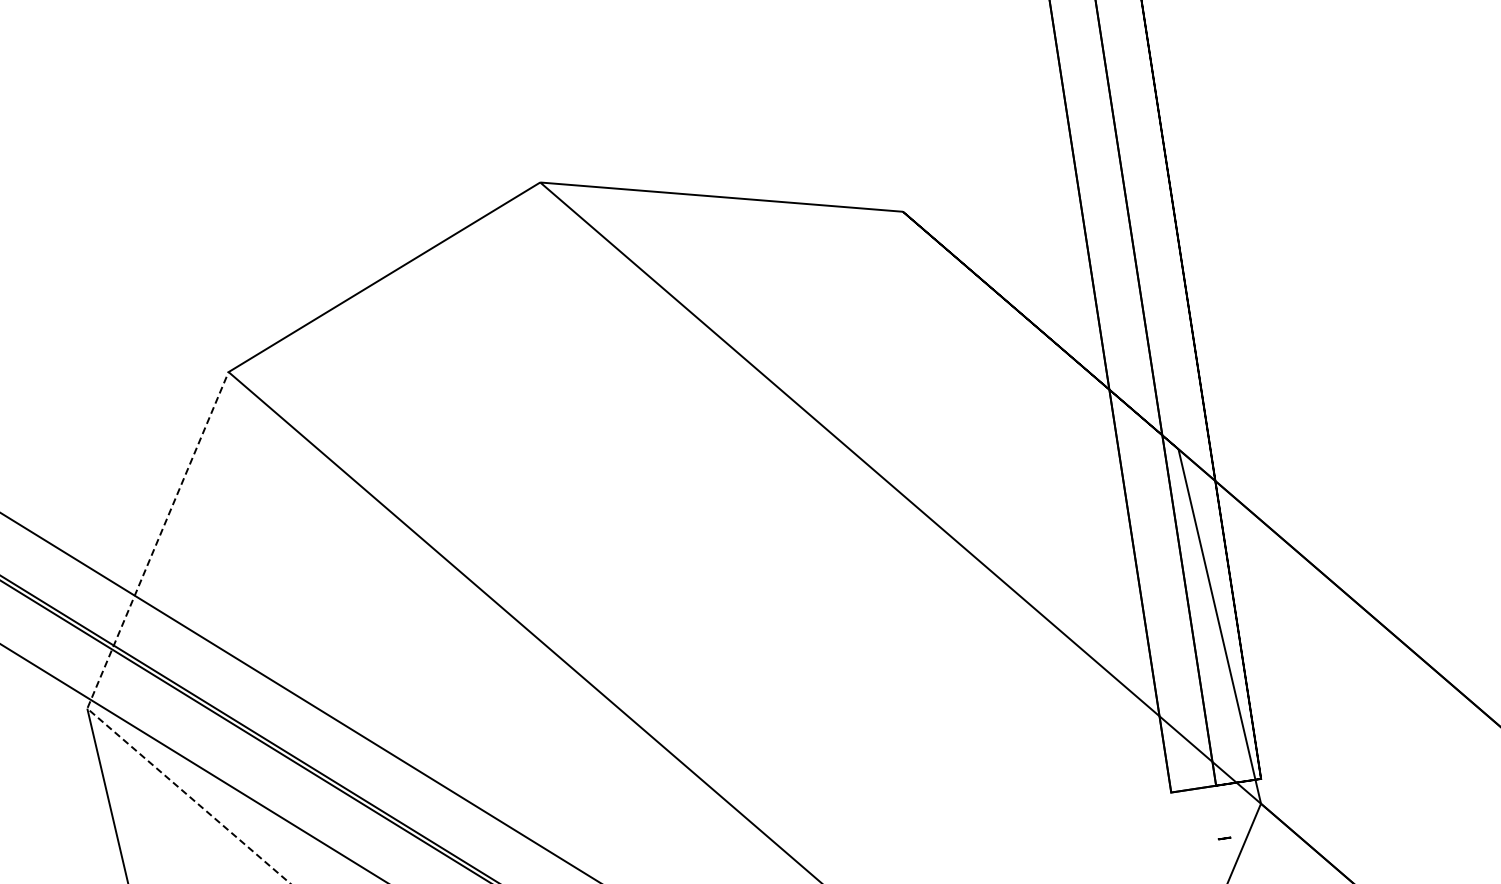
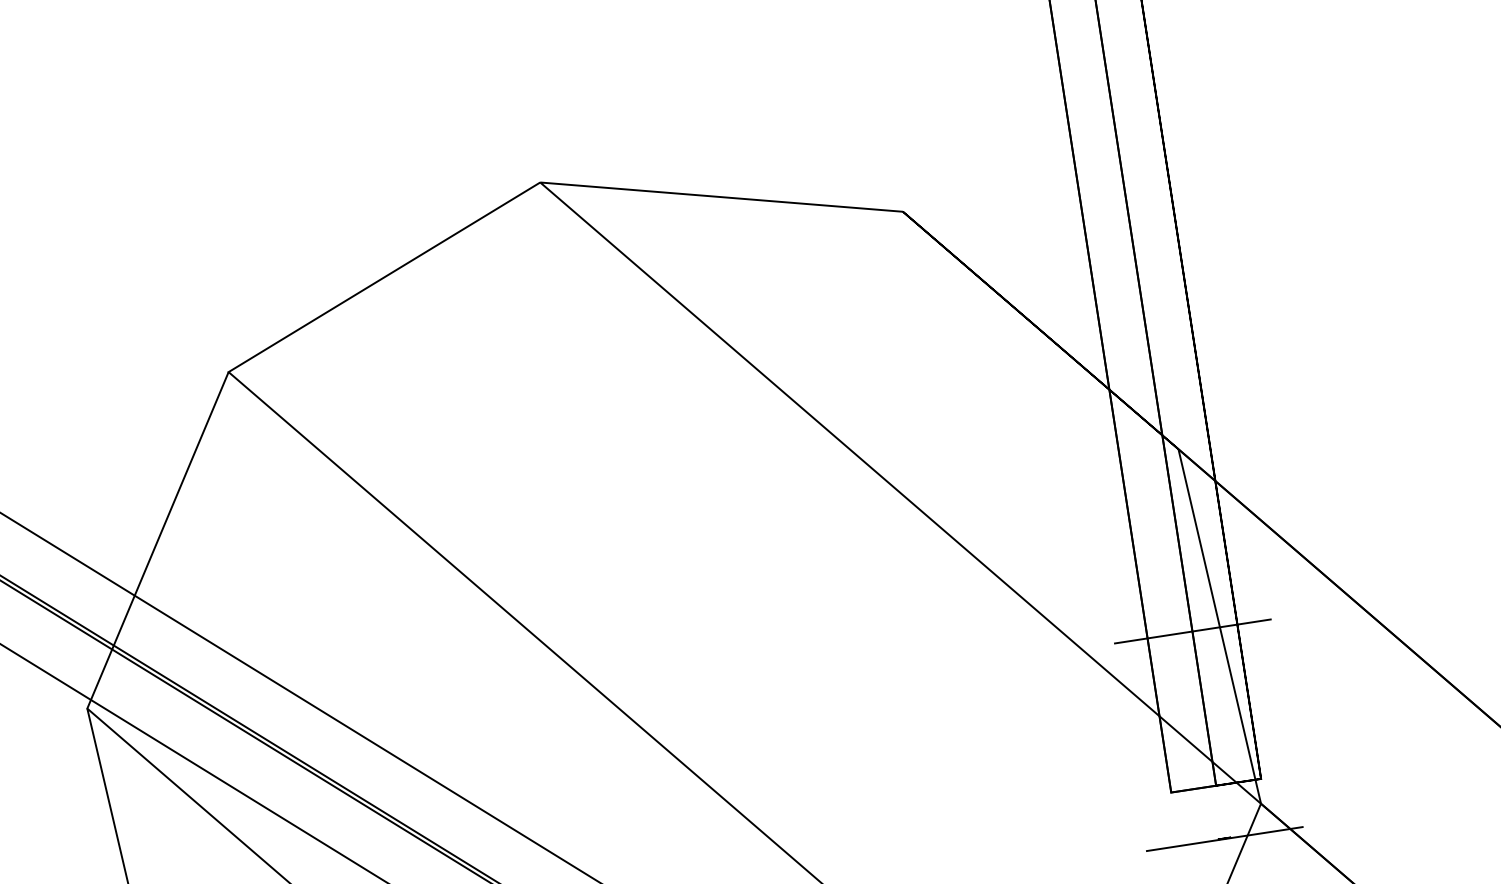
line at (1192, 631): none -> present
line at (105, 664): dashed -> solid
line at (1224, 839): none -> present
